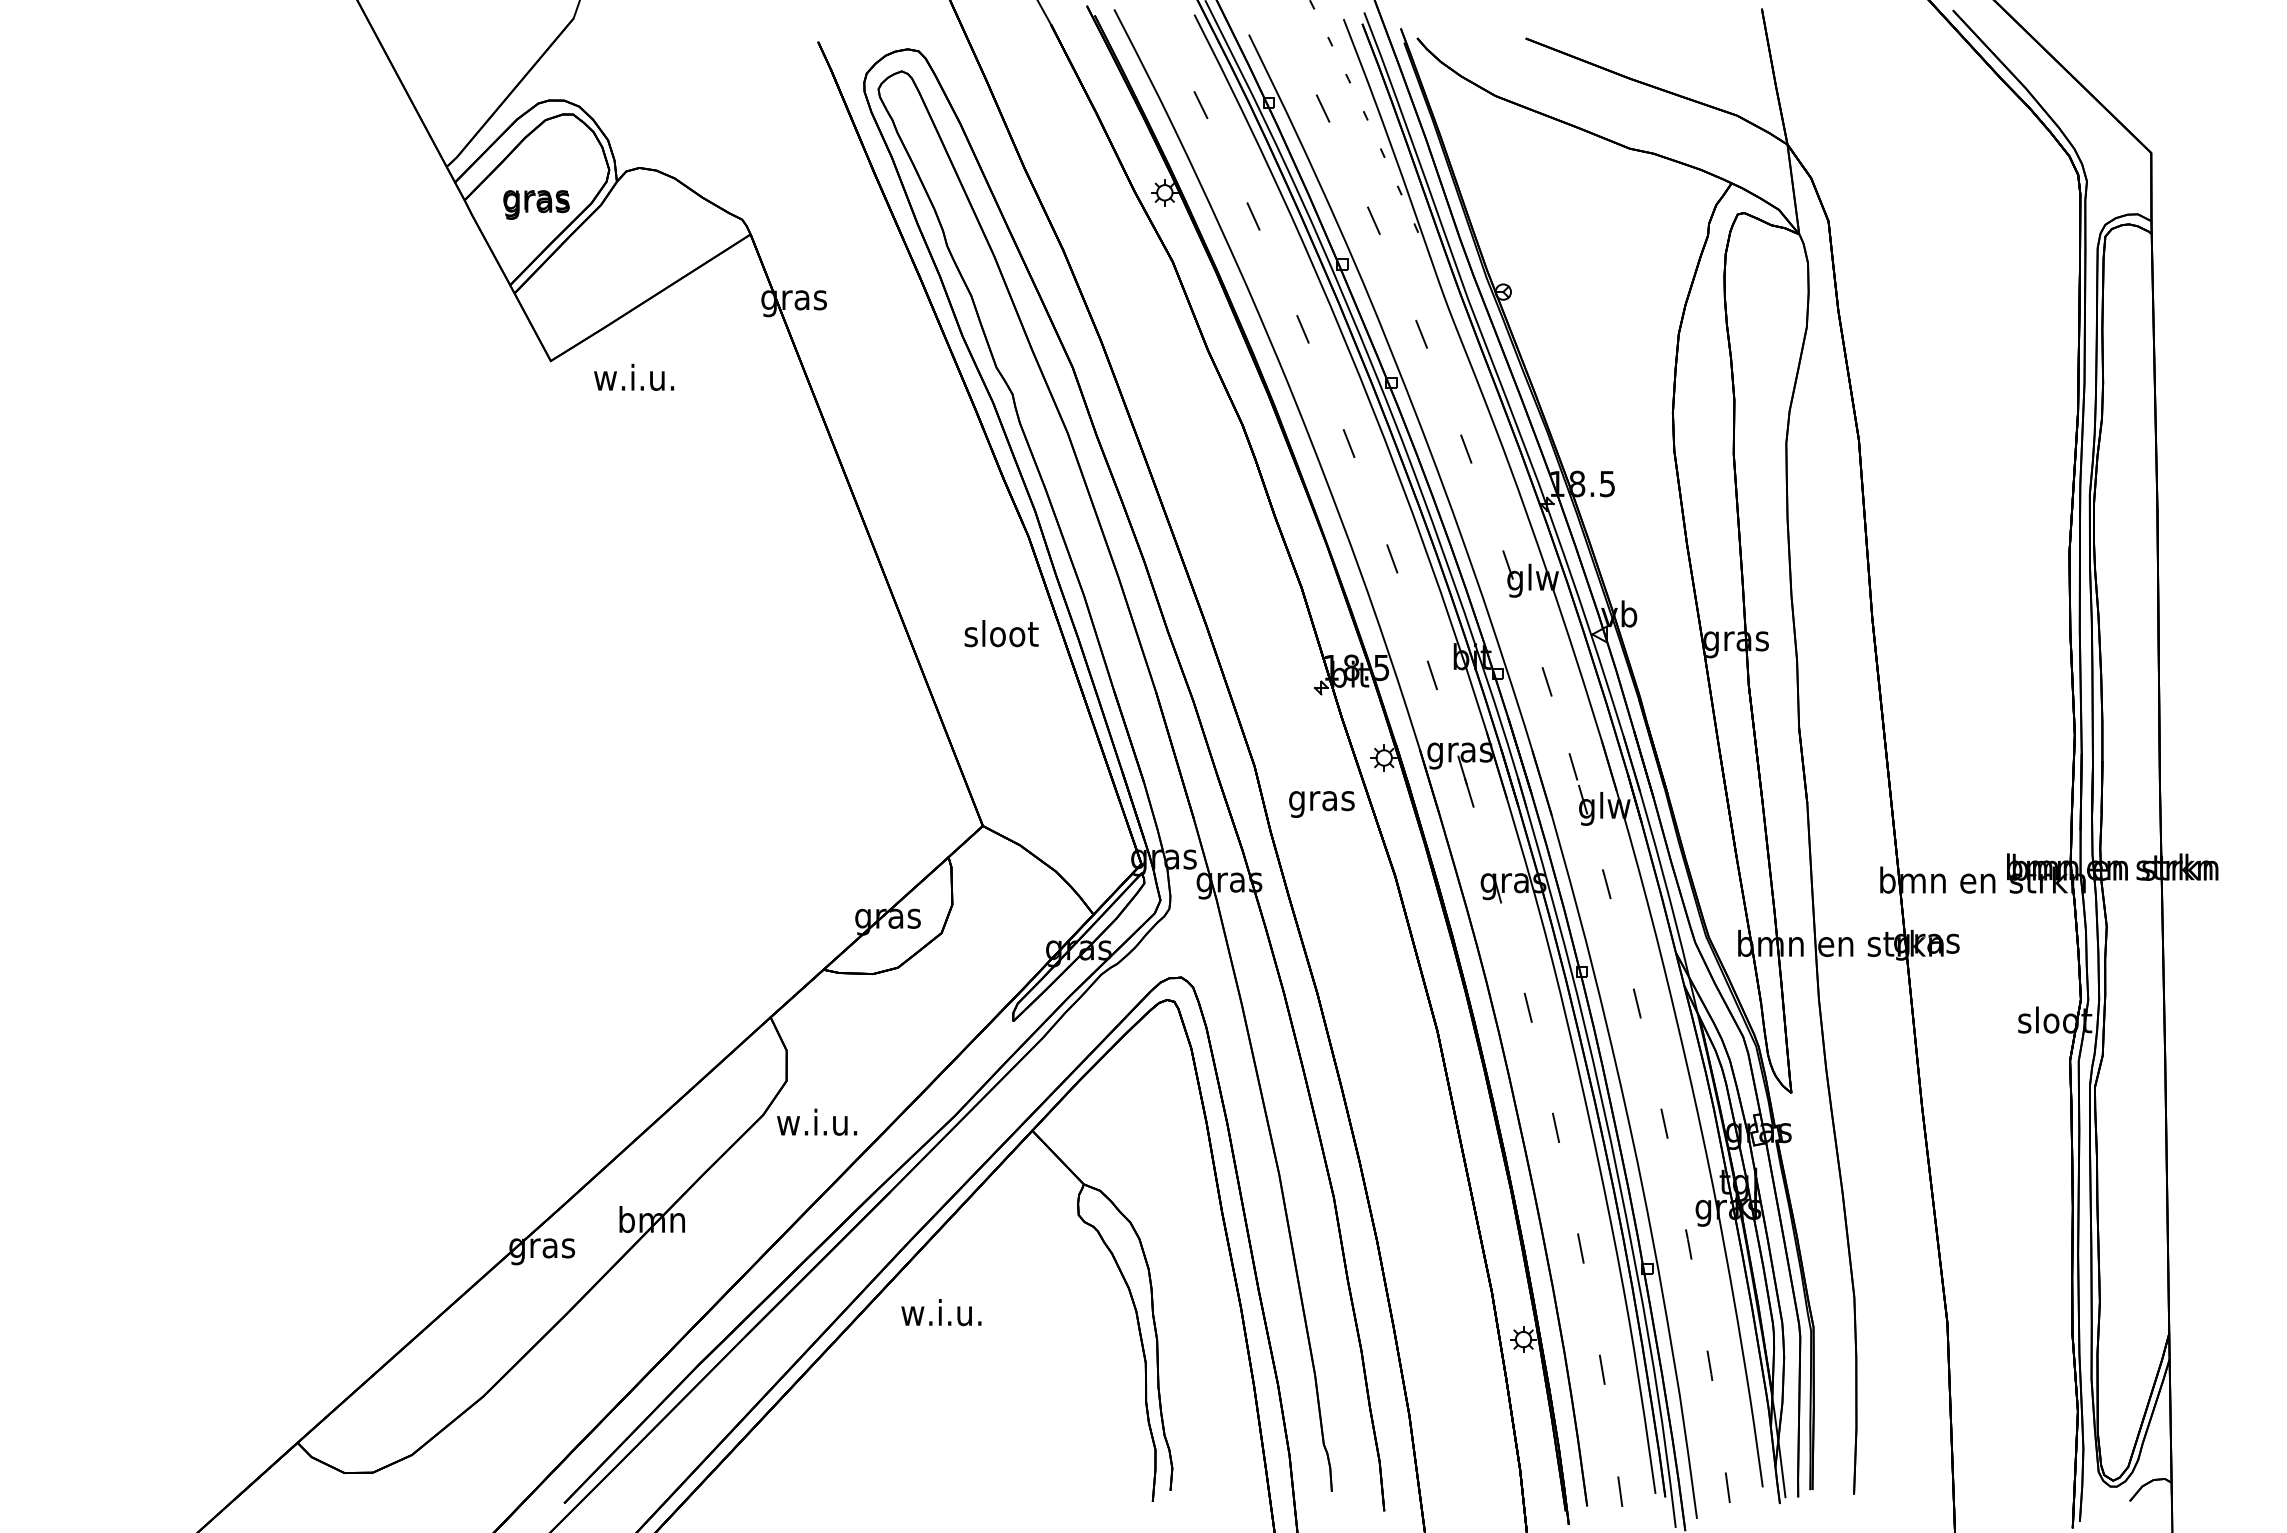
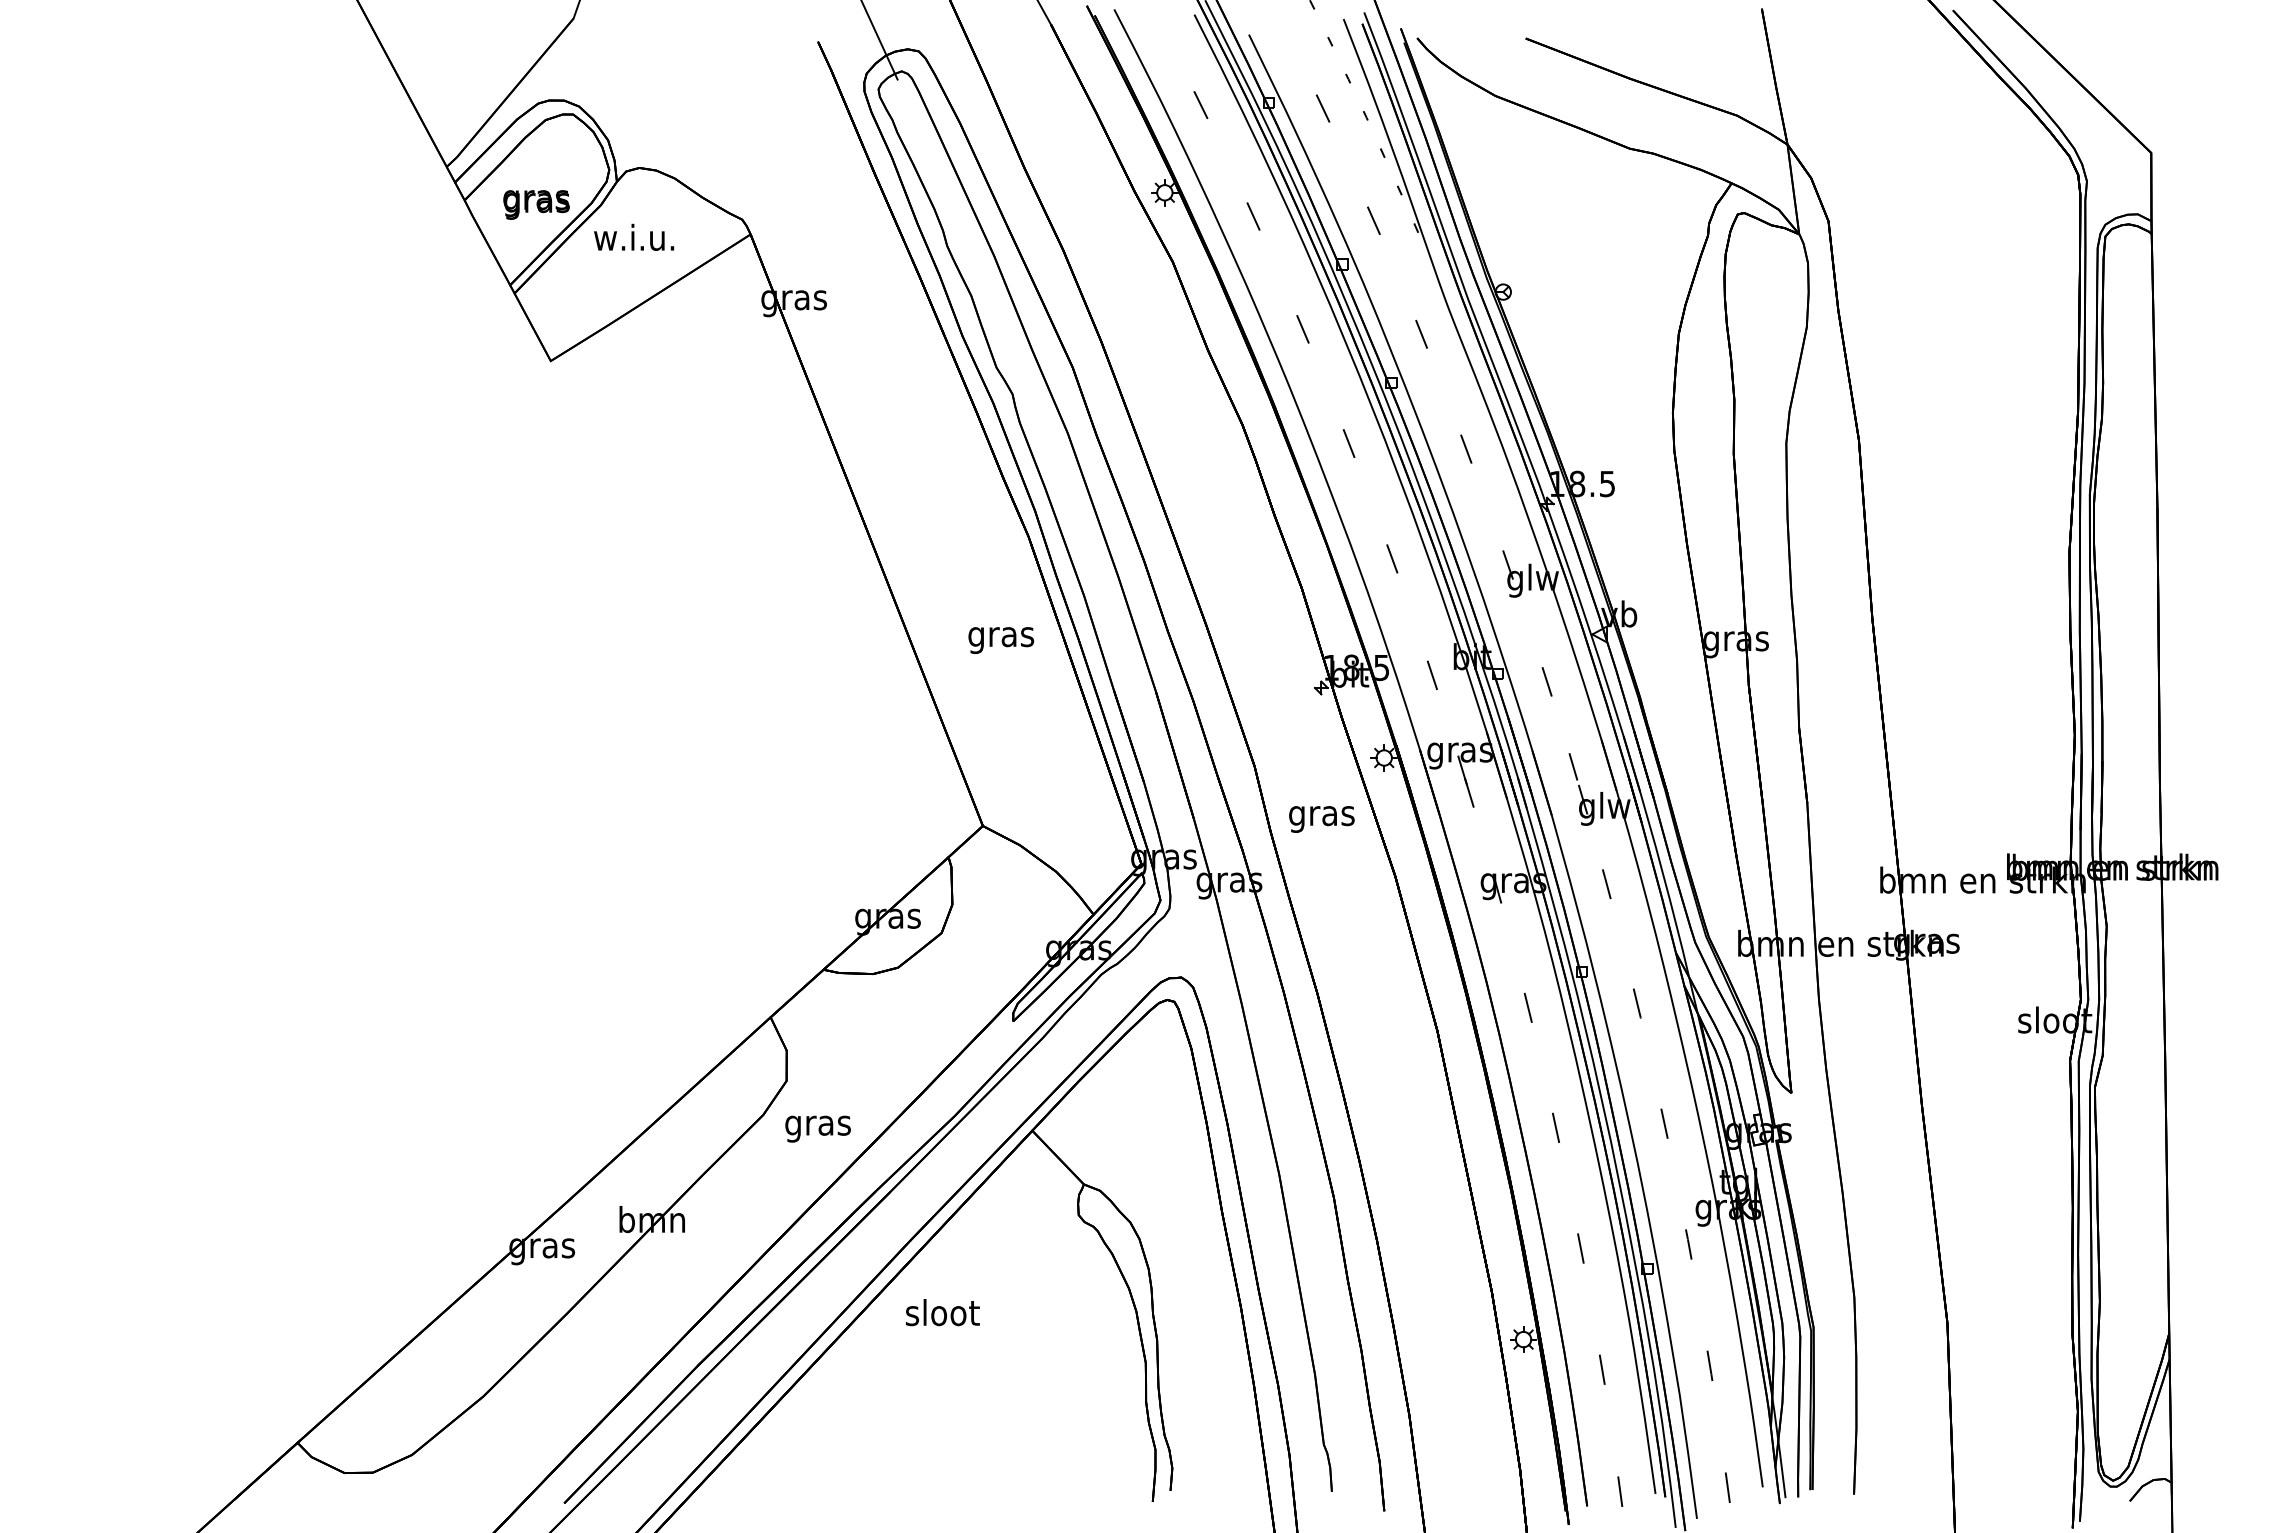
line at (879, 40): none -> present
text at (634, 376) position: (634, 376) -> (634, 236)
text at (1001, 636): sloot -> gras
text at (1321, 804) position: (1321, 804) -> (1321, 819)
text at (817, 1125): w.i.u. -> gras
text at (941, 1312): w.i.u. -> sloot
